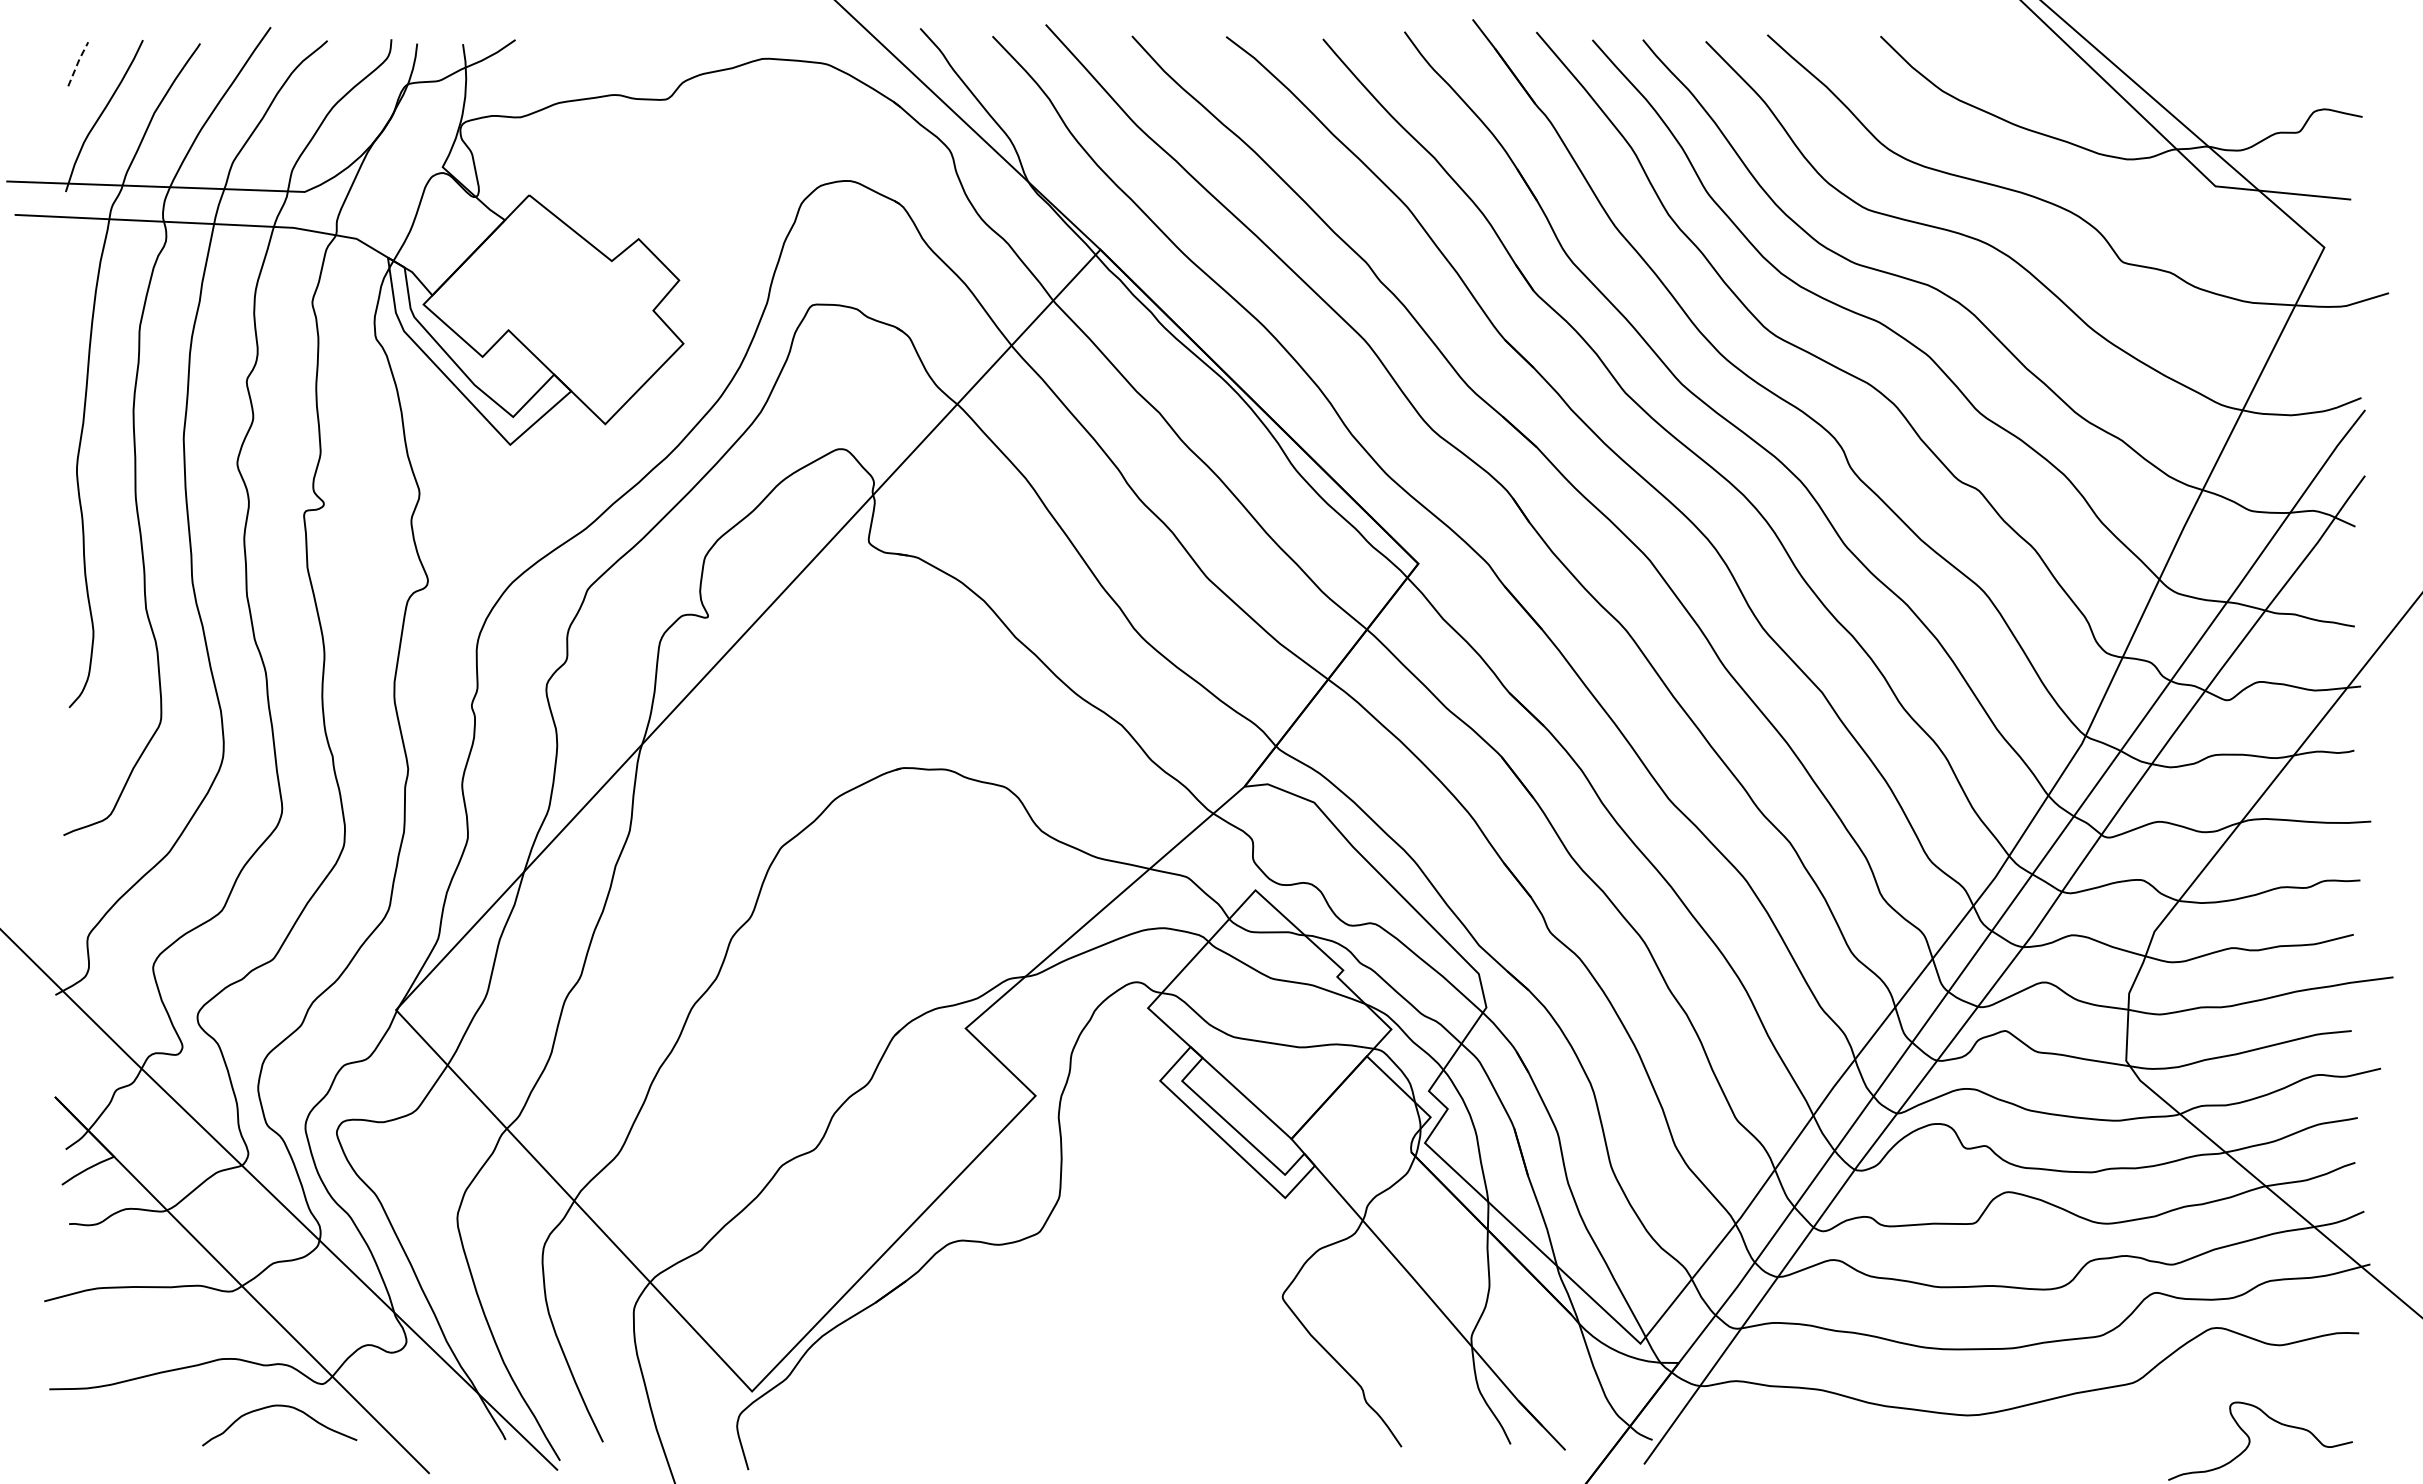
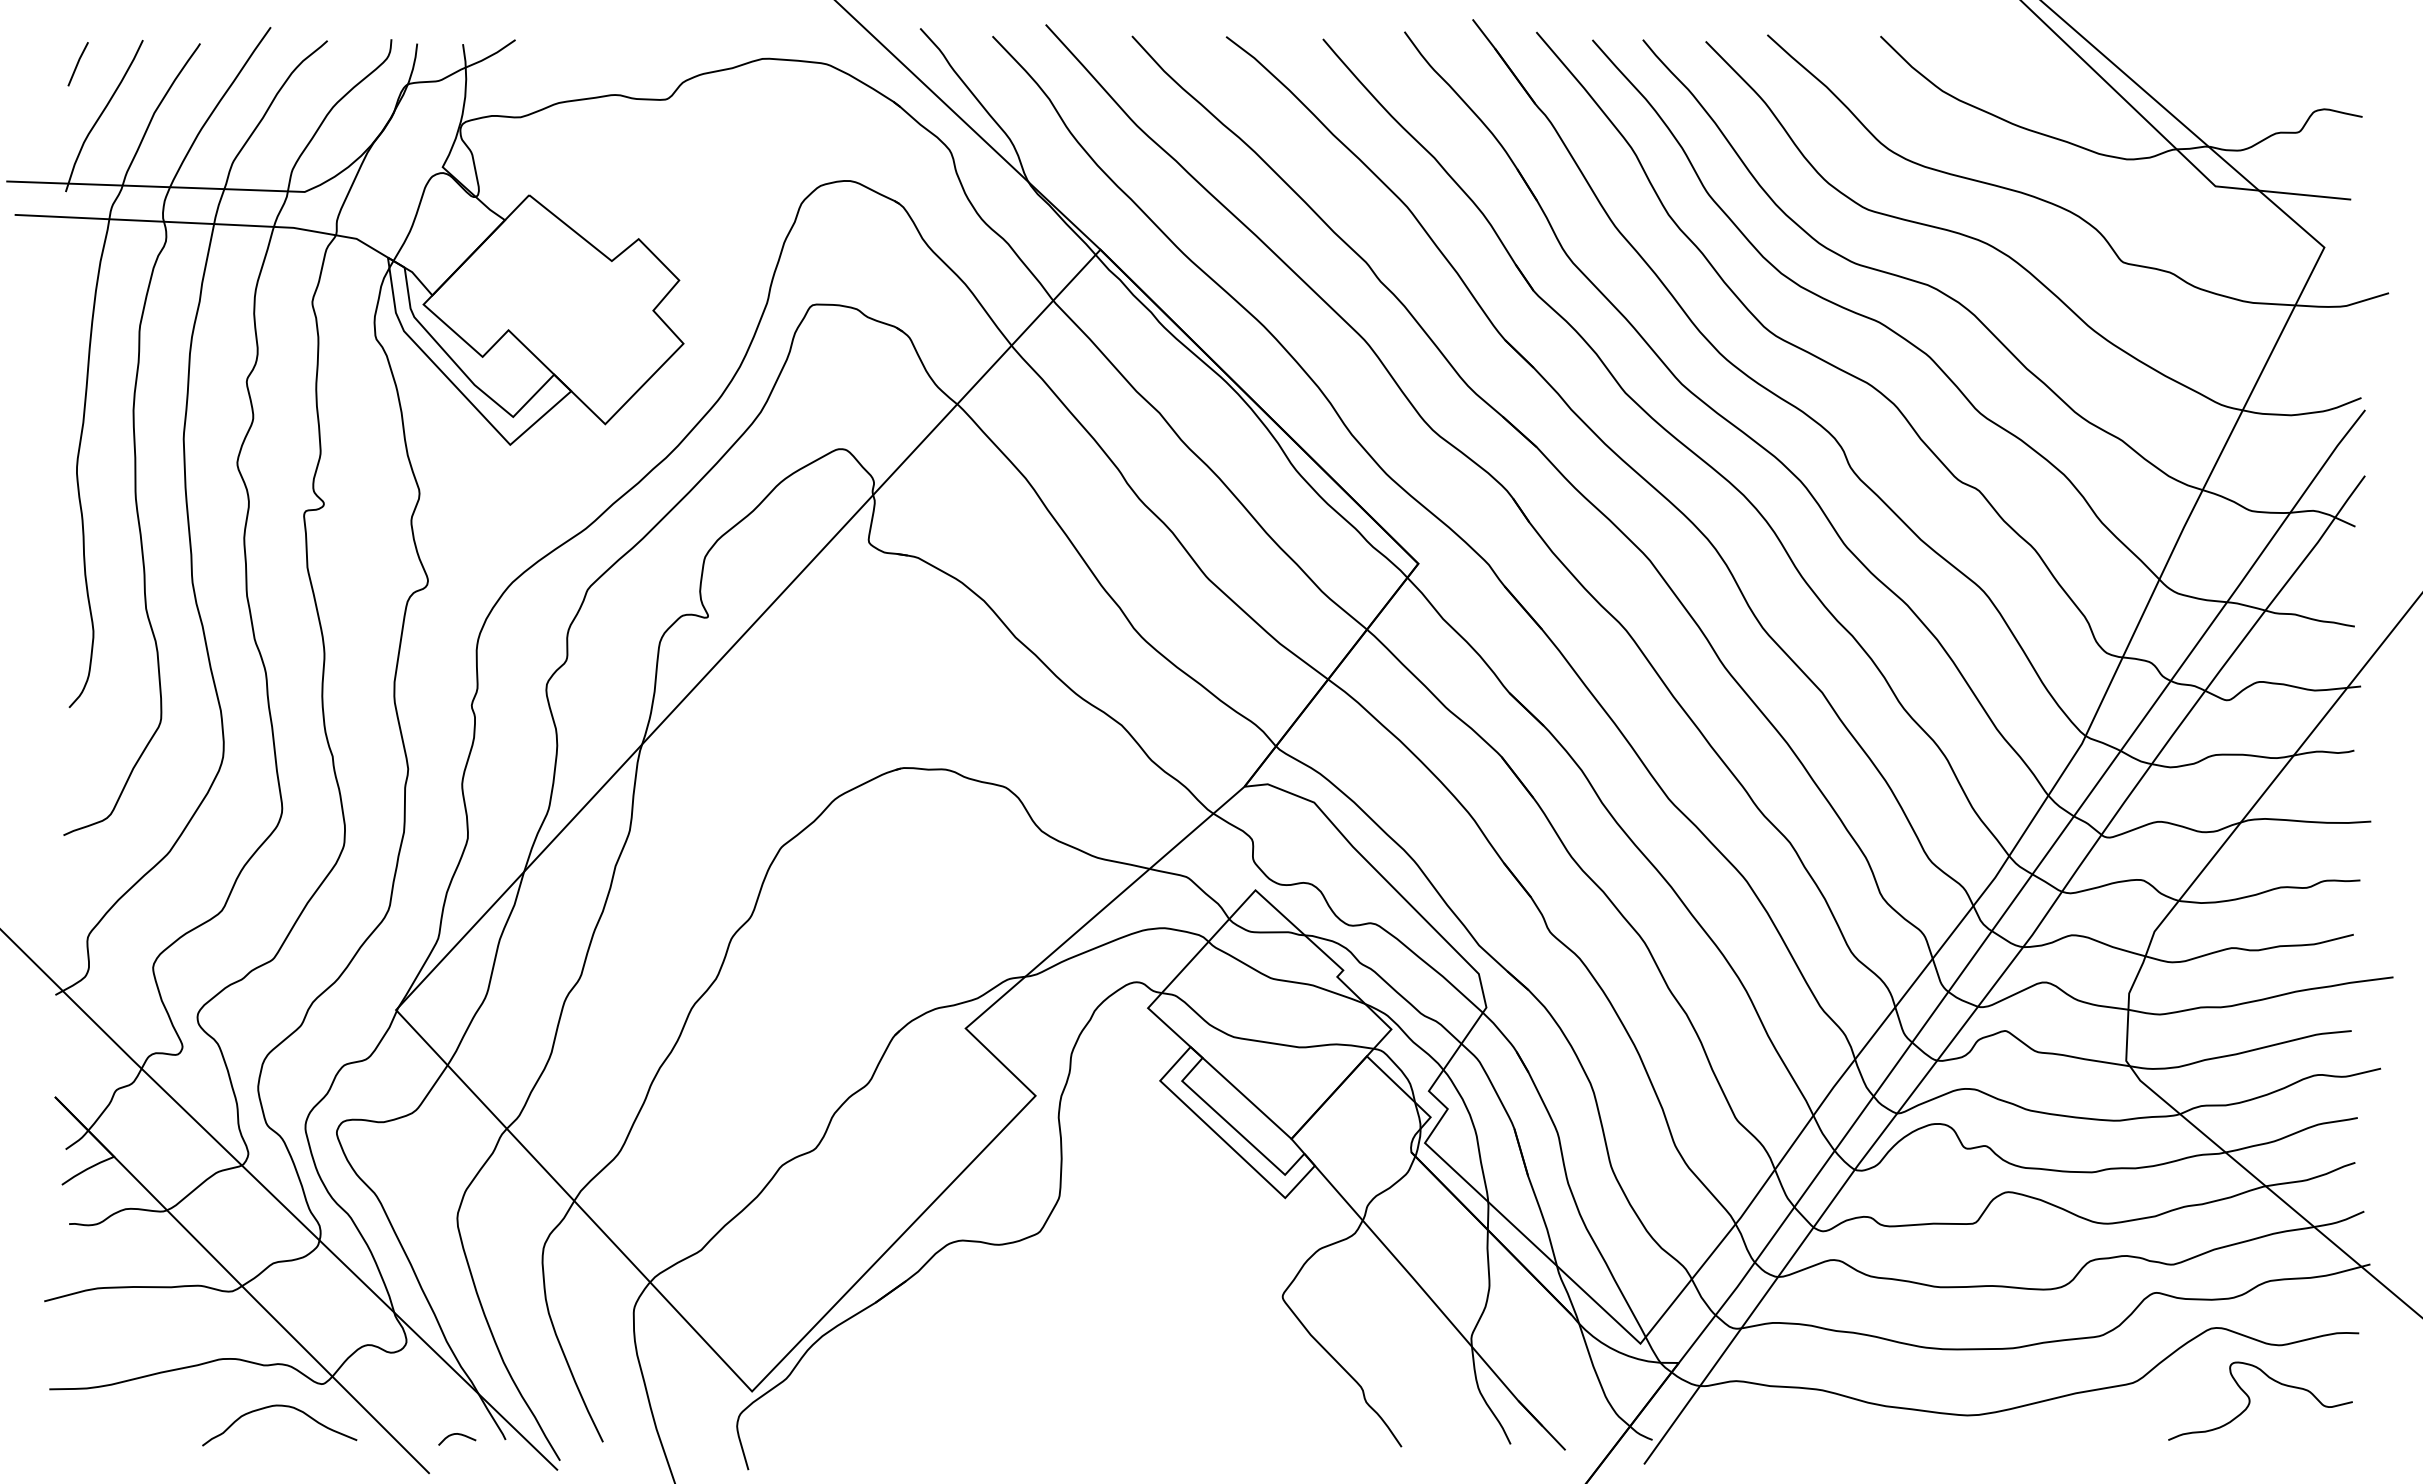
line at (77, 63): dashed -> solid
curve at (459, 1435): none -> present
curve at (2250, 1440) position: (2250, 1440) -> (2250, 1400)
